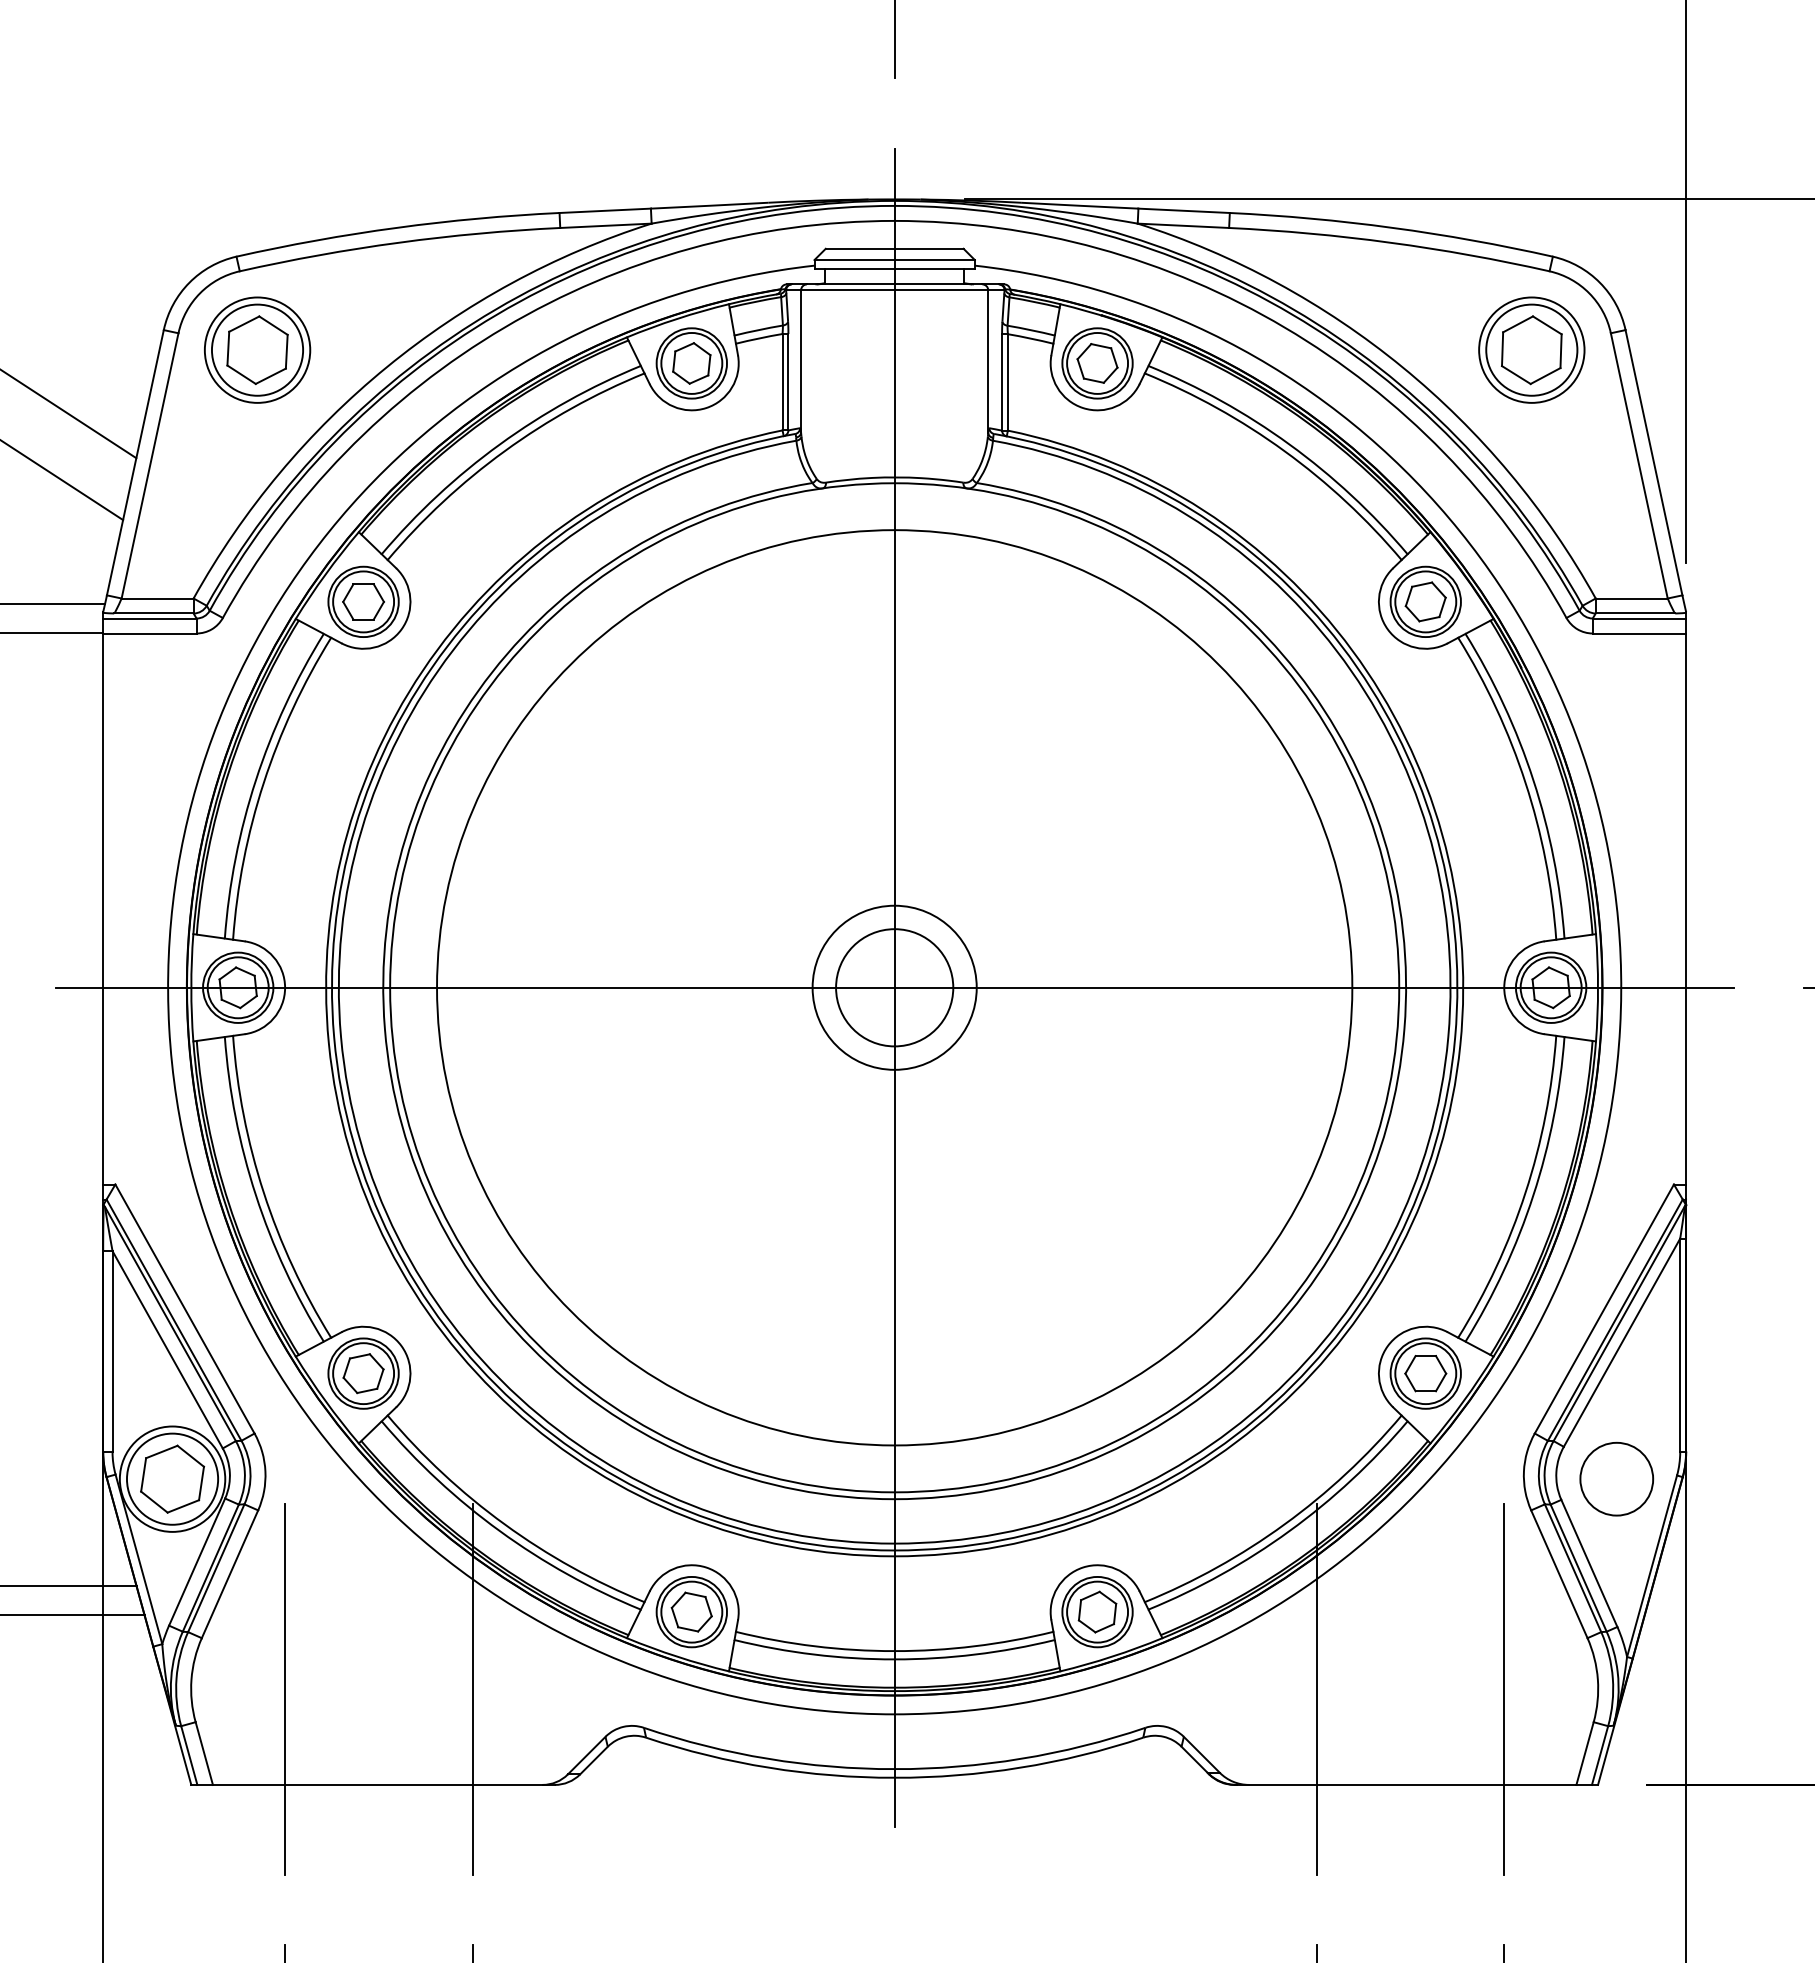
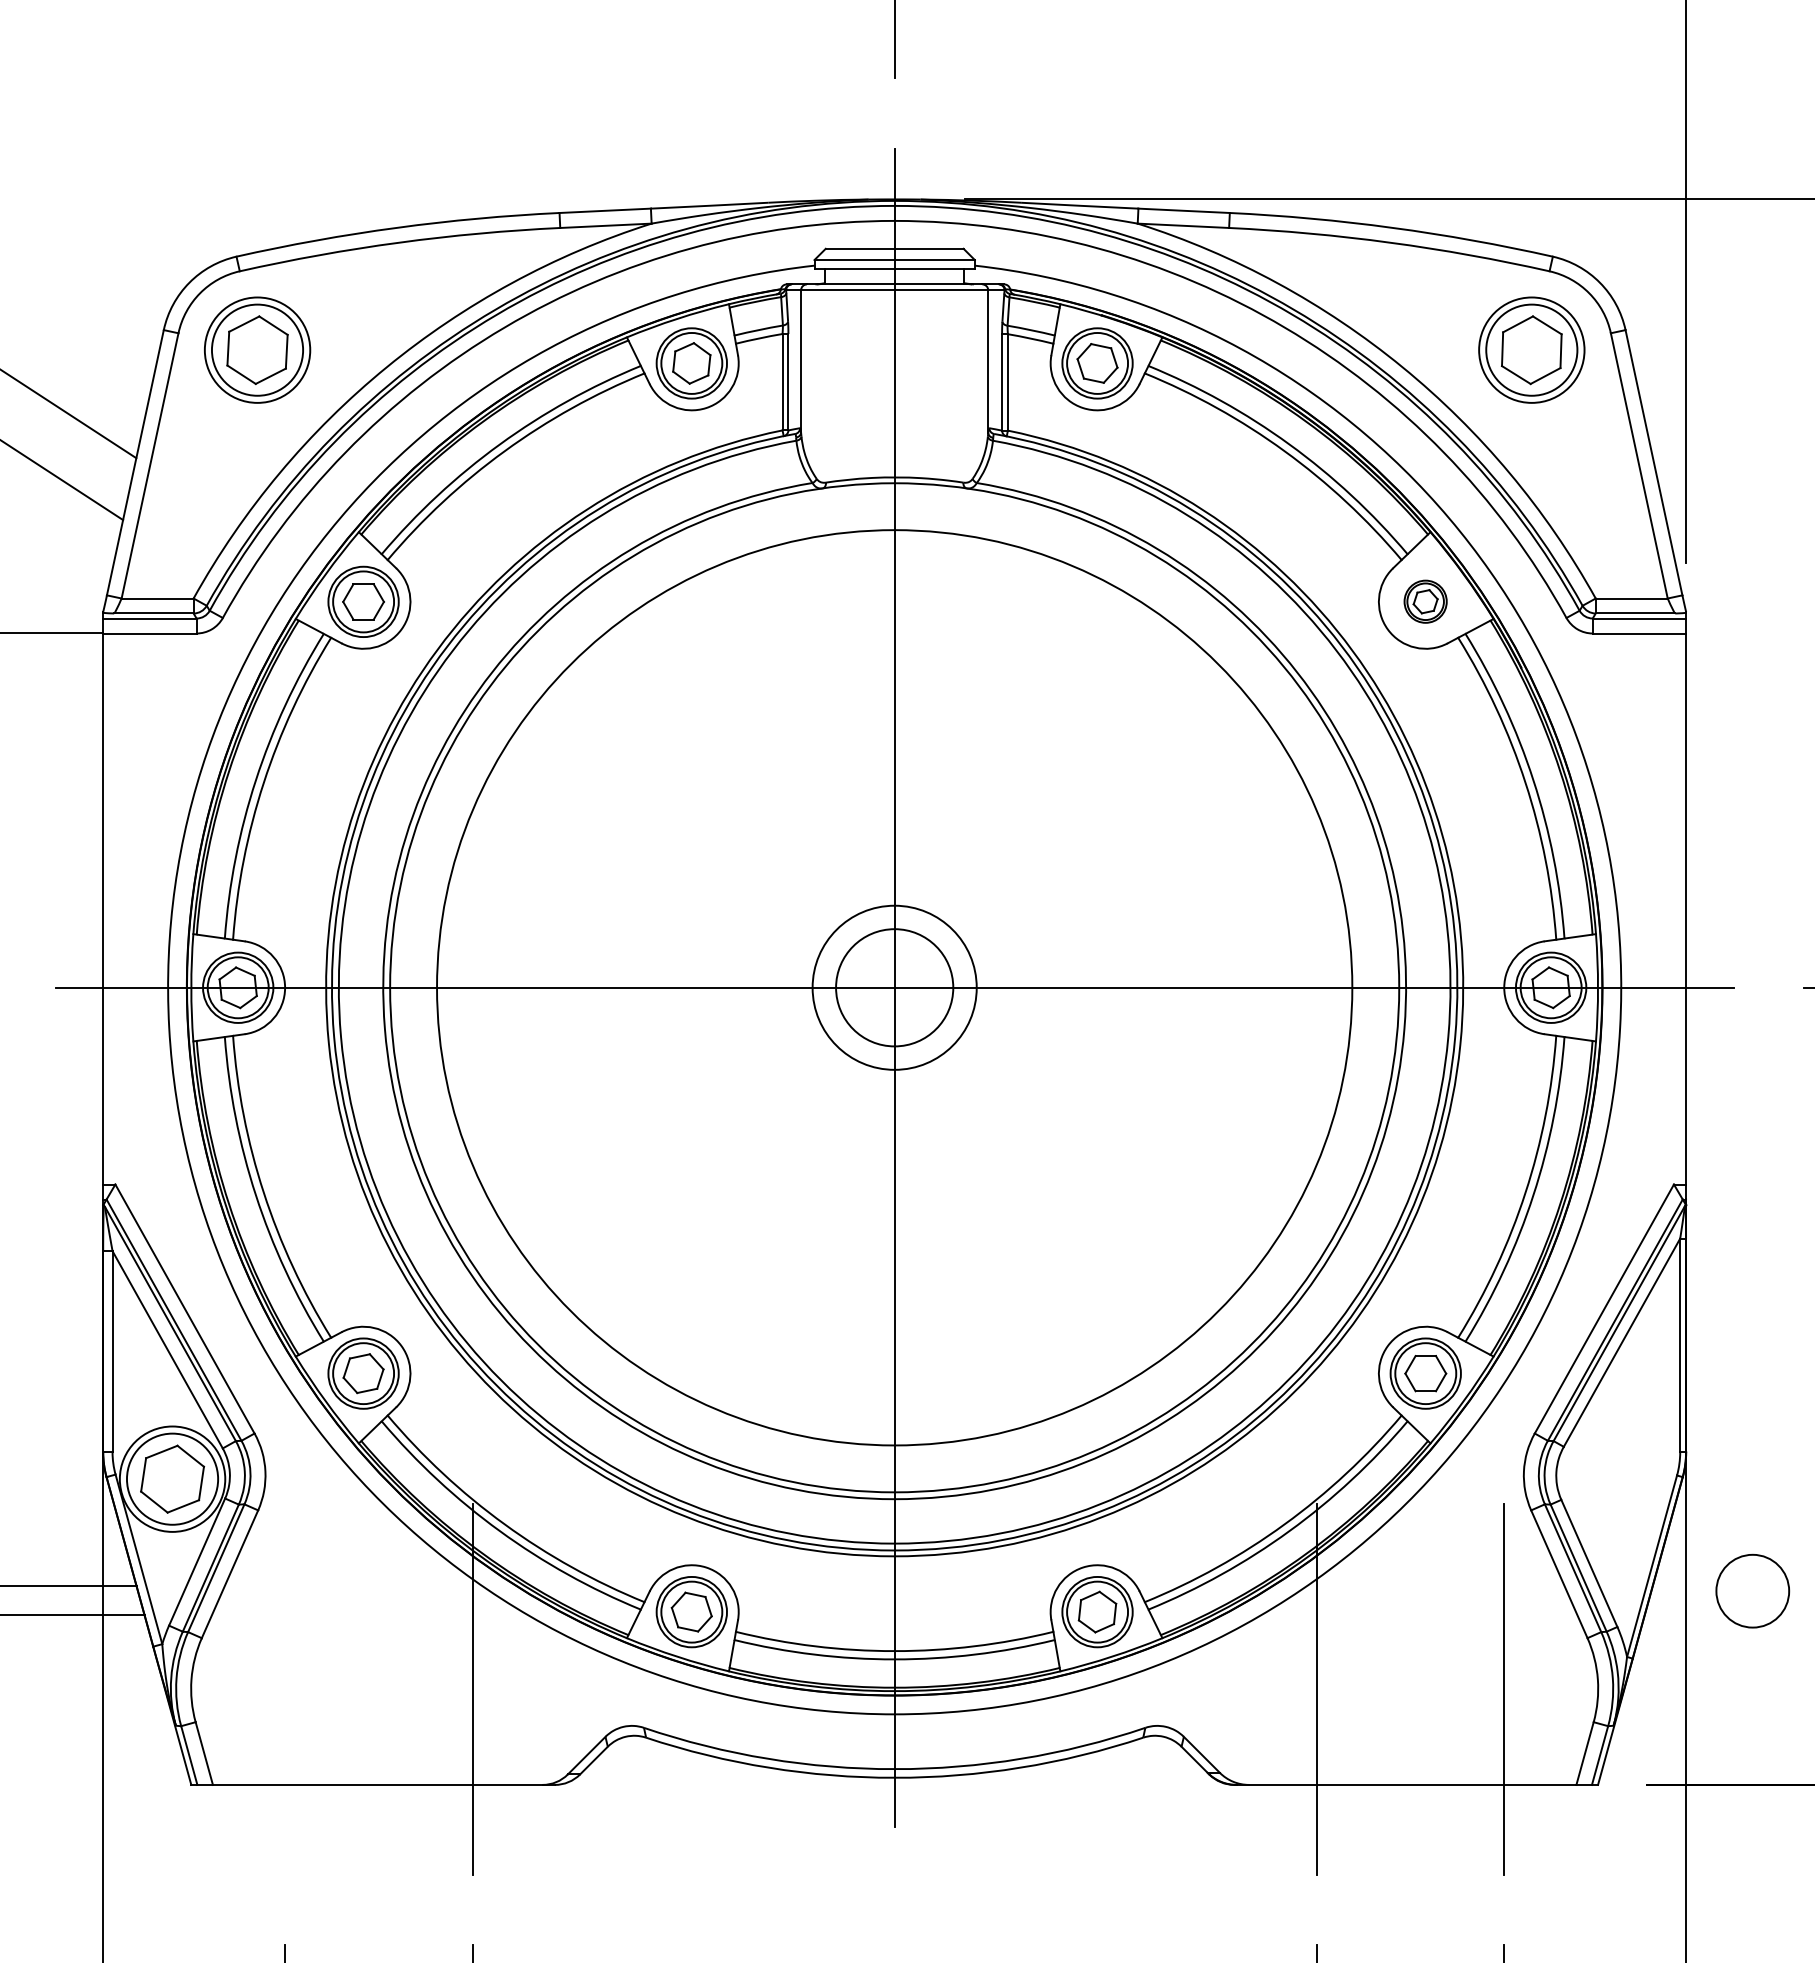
part at (1425, 601) size: 73x73 px -> 45x45 px
line at (53, 603): present -> none
circle at (1616, 1478) position: (1616, 1478) -> (1752, 1590)
line at (285, 1689): present -> none
